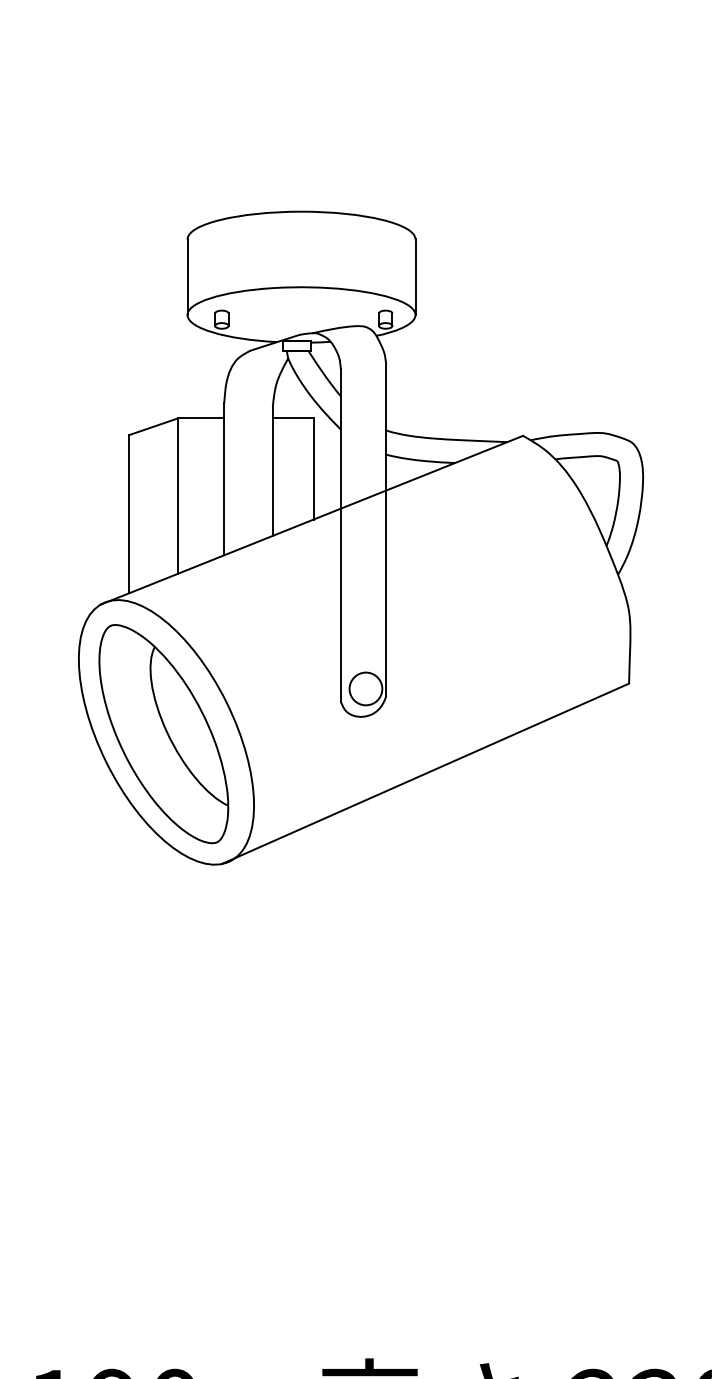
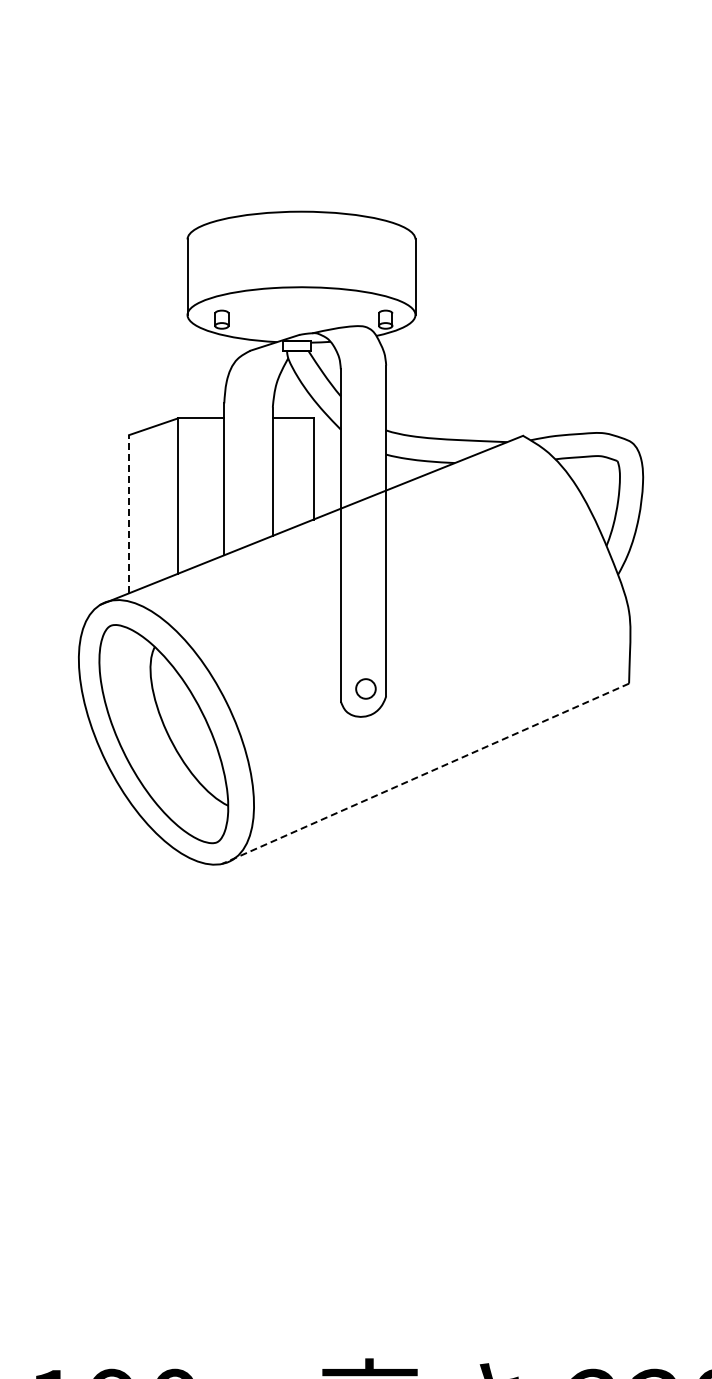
line at (129, 513): solid -> dashed
circle at (365, 688) diameter: 33 px -> 20 px
line at (425, 773): solid -> dashed
